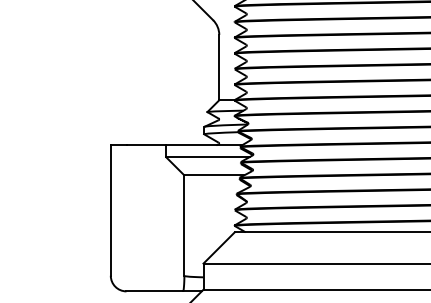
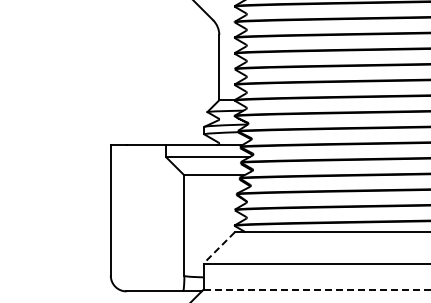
line at (218, 248): solid -> dashed
line at (317, 289): solid -> dashed
